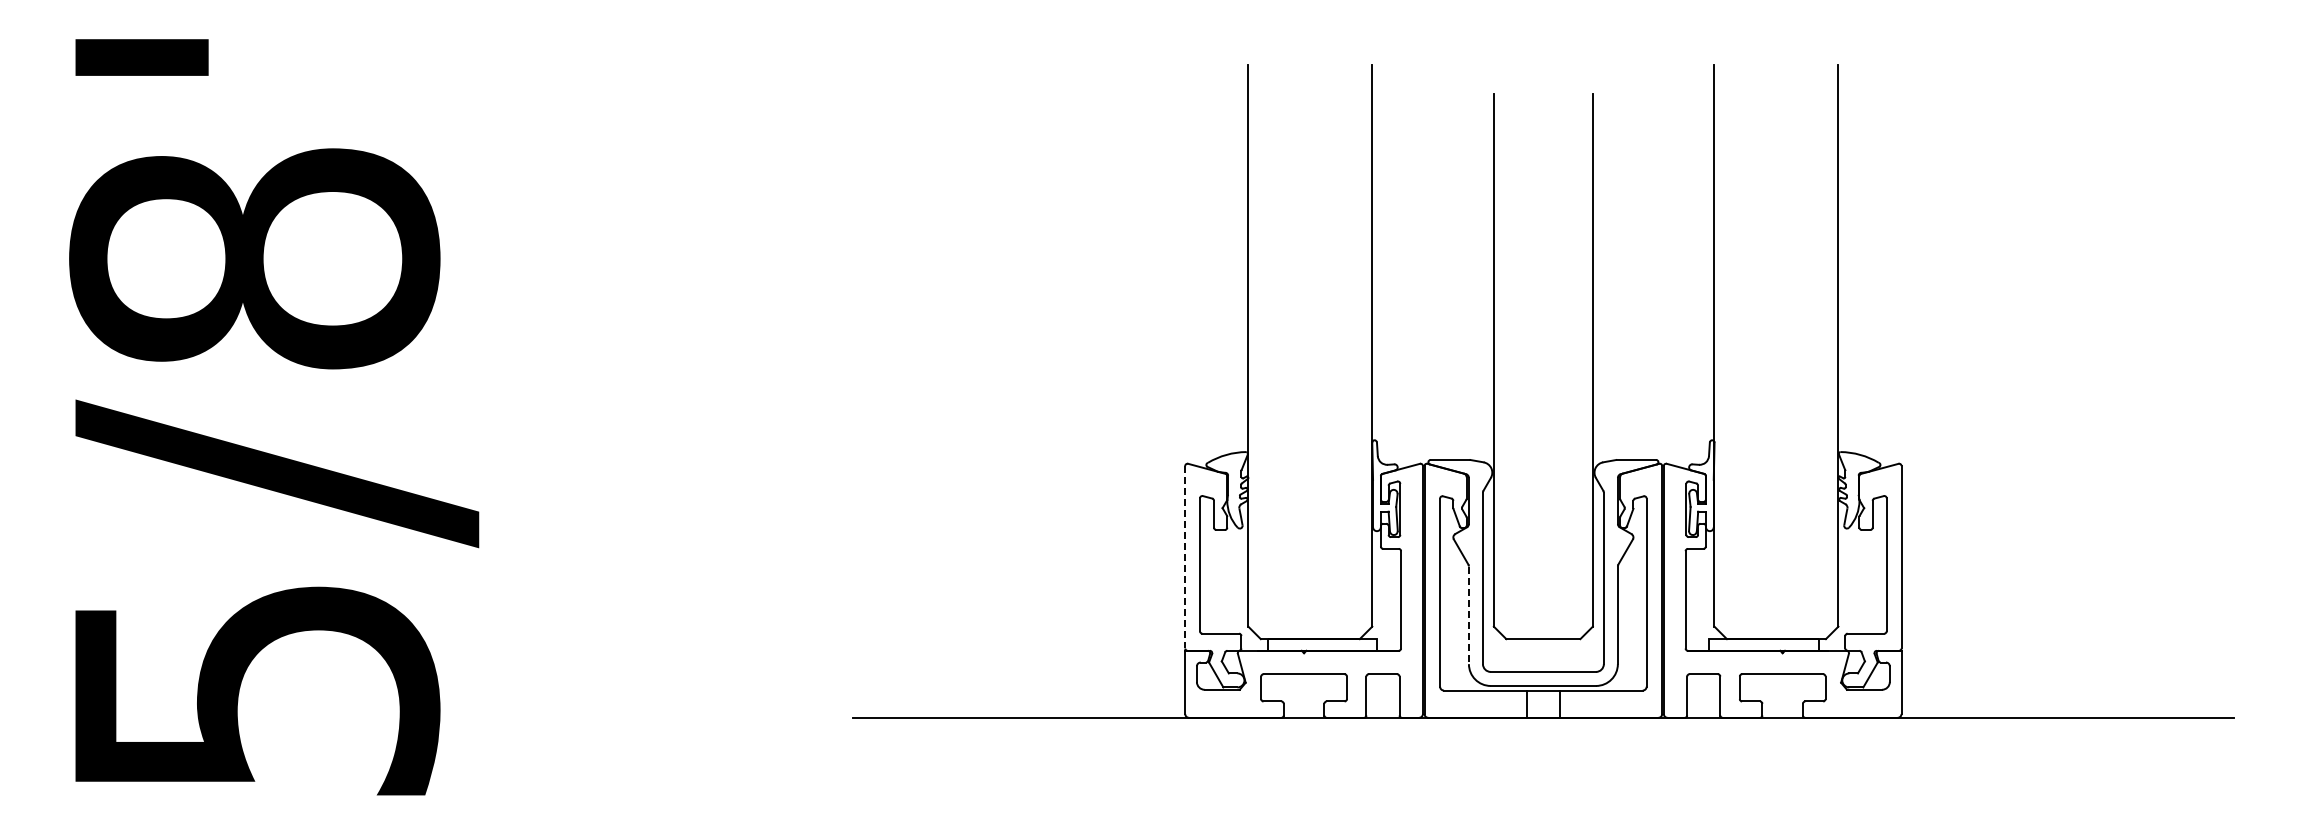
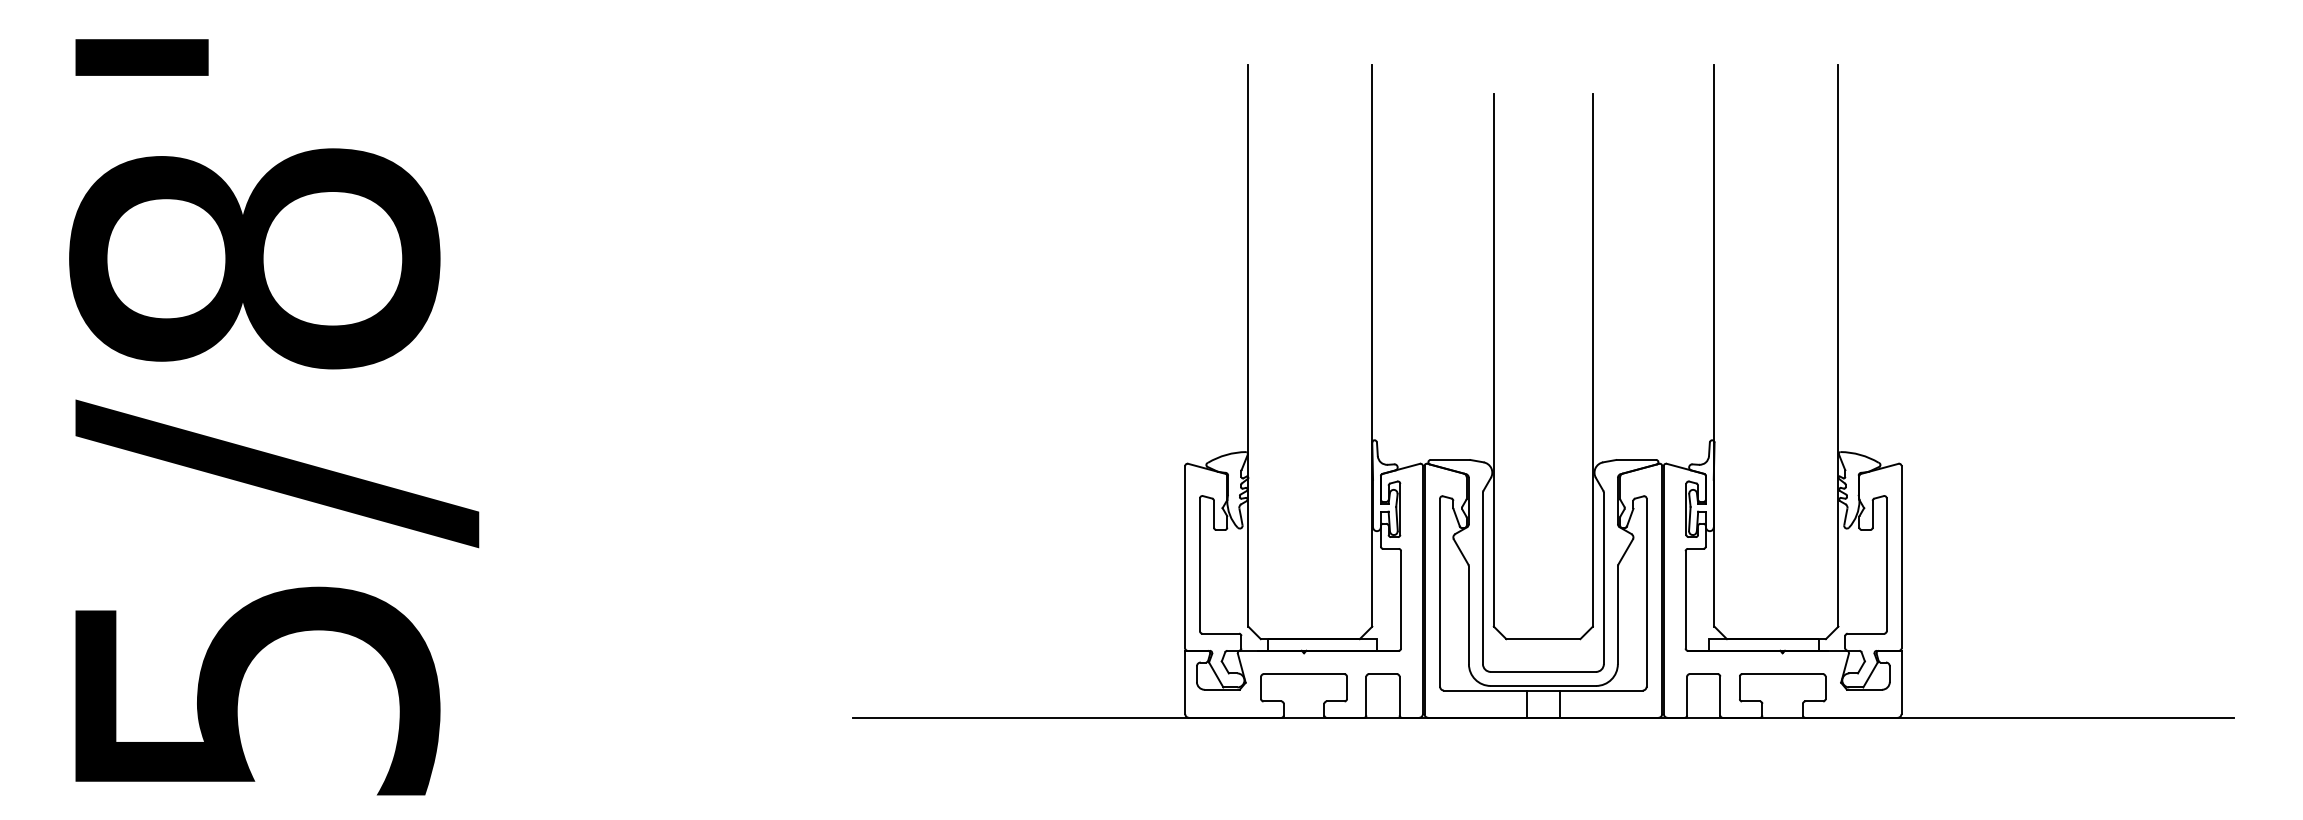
line at (1185, 557): dashed -> solid
line at (1468, 615): dashed -> solid
